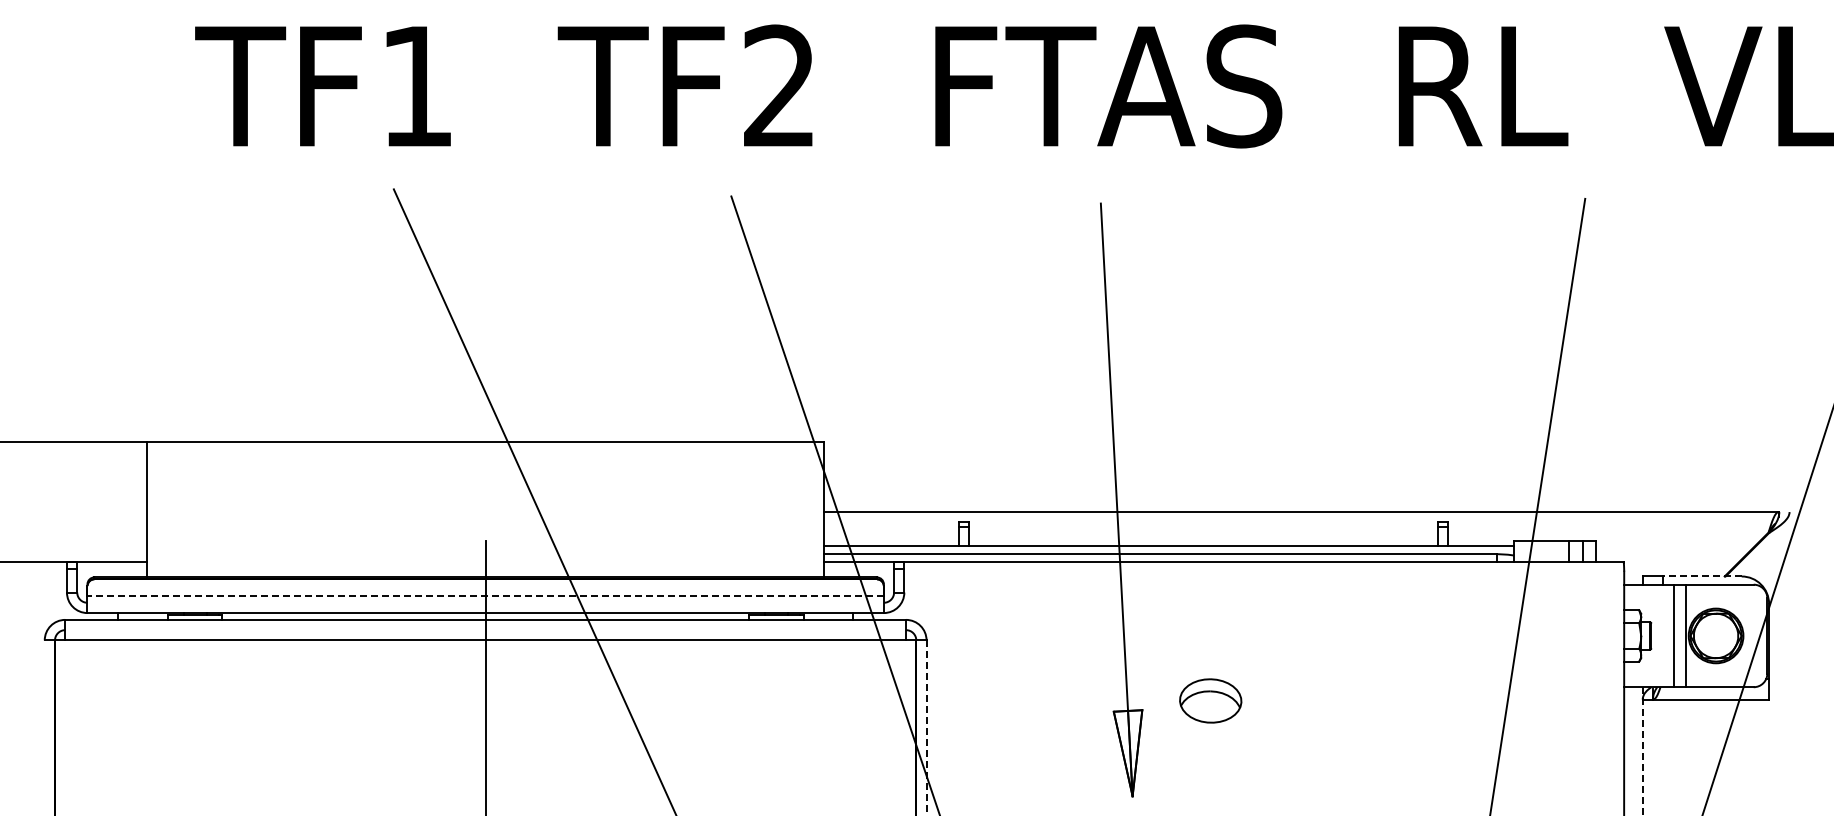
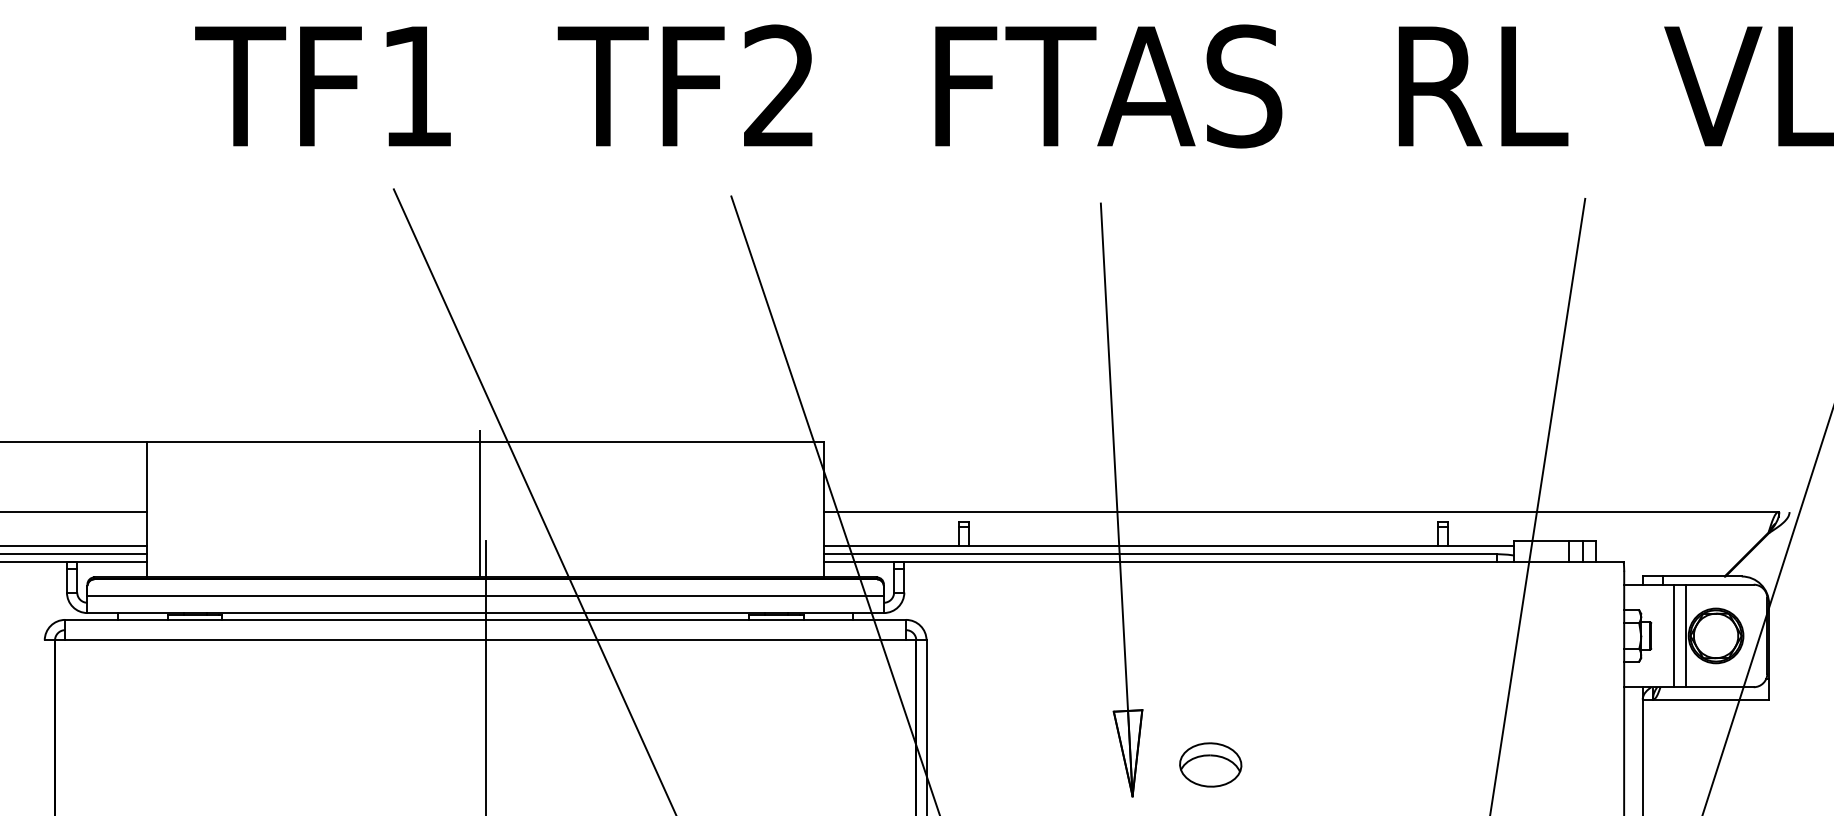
line at (479, 503): none -> present
line at (74, 512): none -> present
line at (74, 546): none -> present
line at (74, 554): none -> present
line at (1701, 576): dashed -> solid
line at (485, 596): dashed -> solid
part at (1210, 700) position: (1210, 700) -> (1210, 764)
line at (926, 728): dashed -> solid
line at (1642, 751): dashed -> solid
